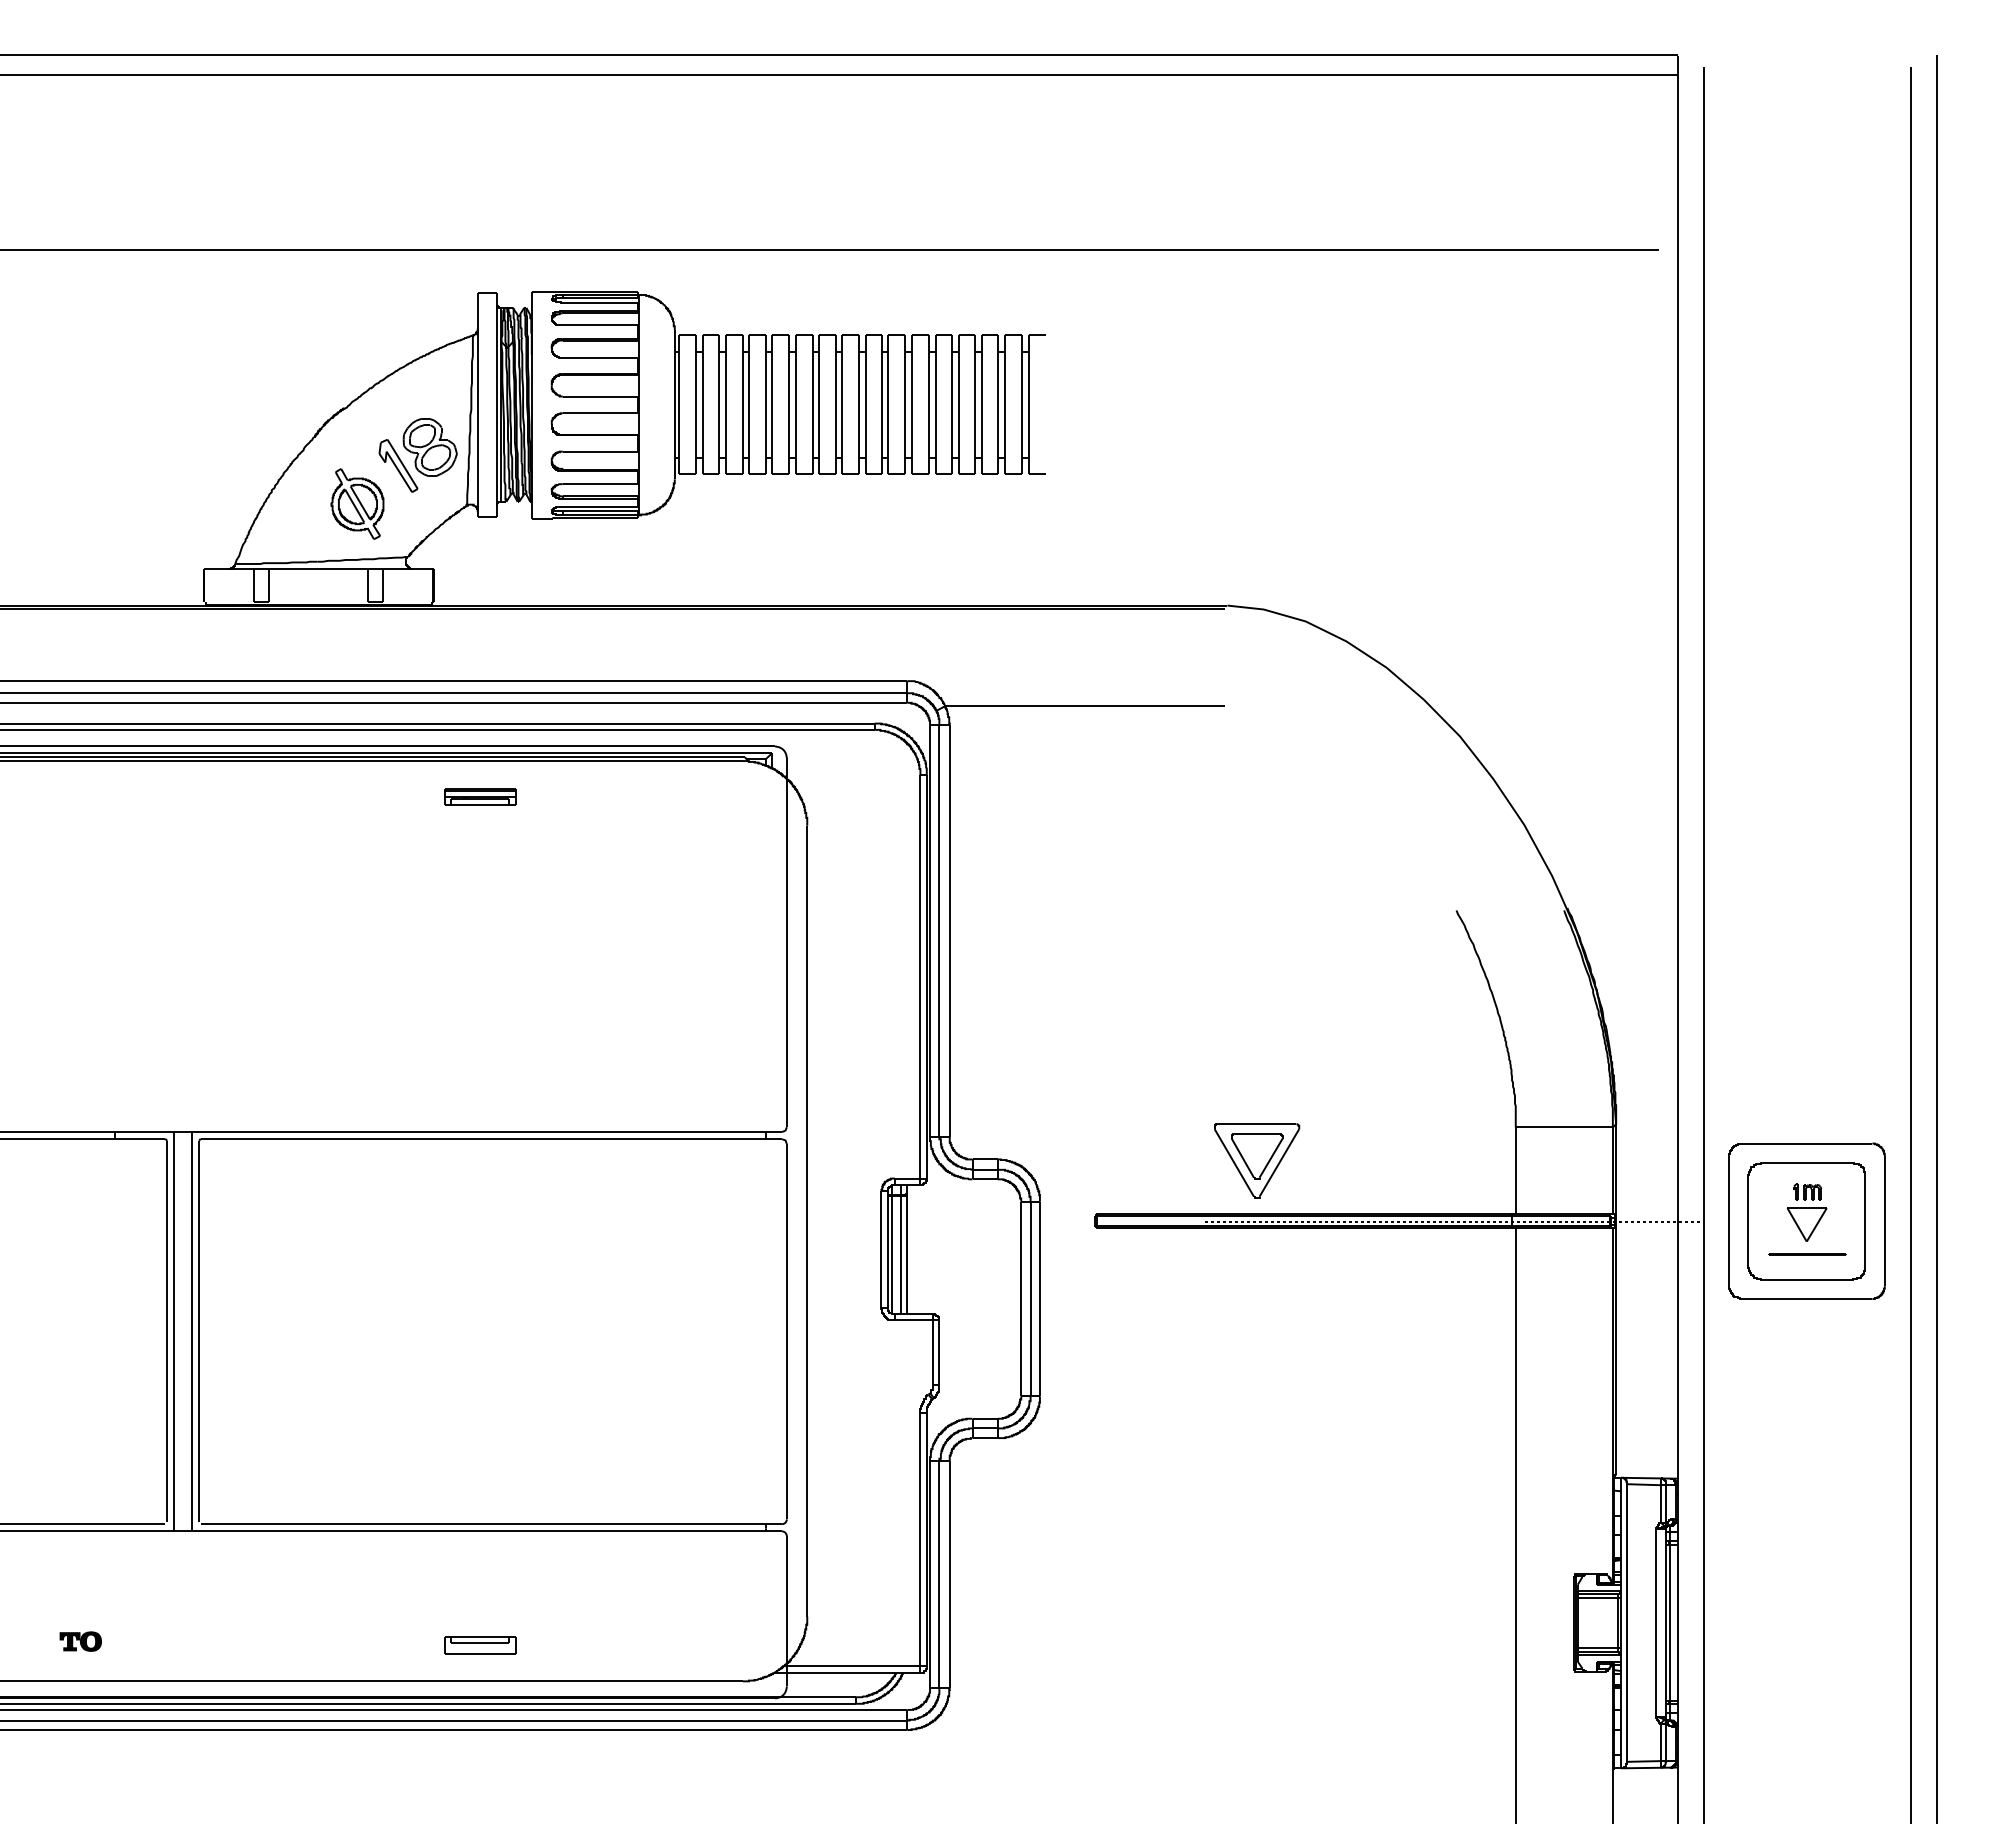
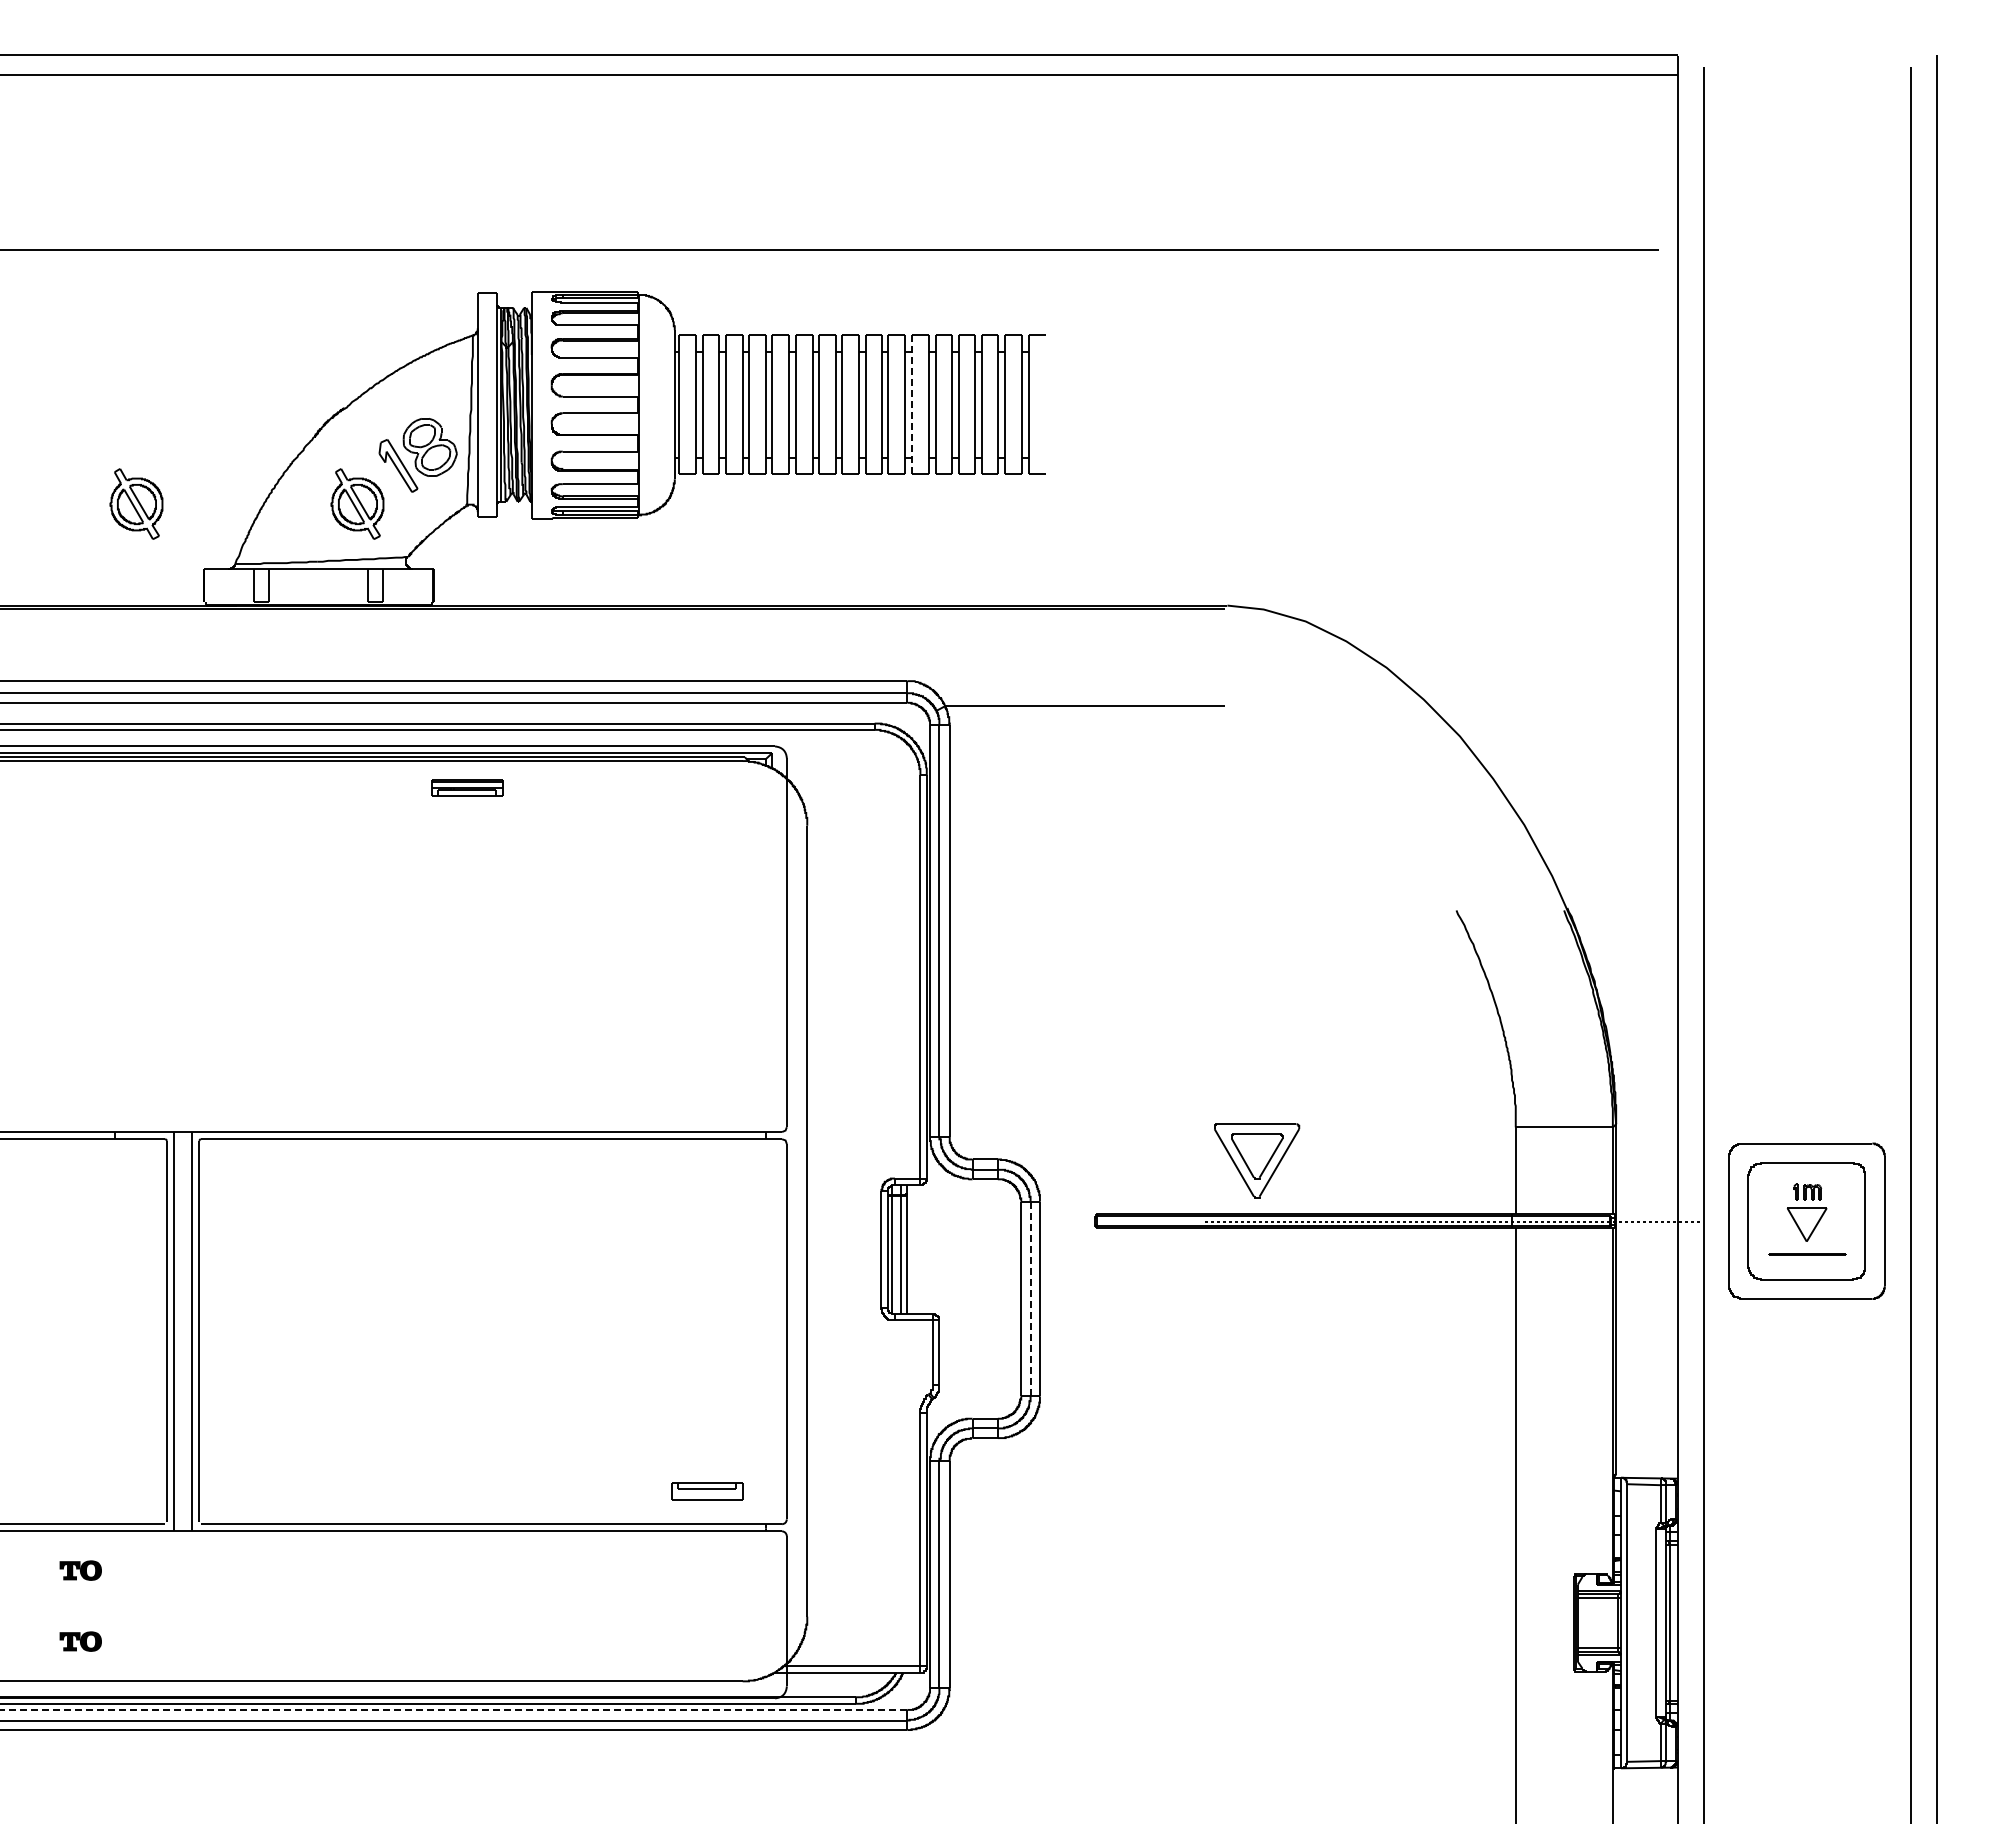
line at (912, 404): solid -> dashed
part at (136, 503): none -> present
part at (480, 796) position: (480, 796) -> (467, 787)
line at (1030, 1299): solid -> dashed
part at (80, 1570): none -> present
part at (480, 1645) position: (480, 1645) -> (707, 1491)
line at (453, 1709): solid -> dashed
